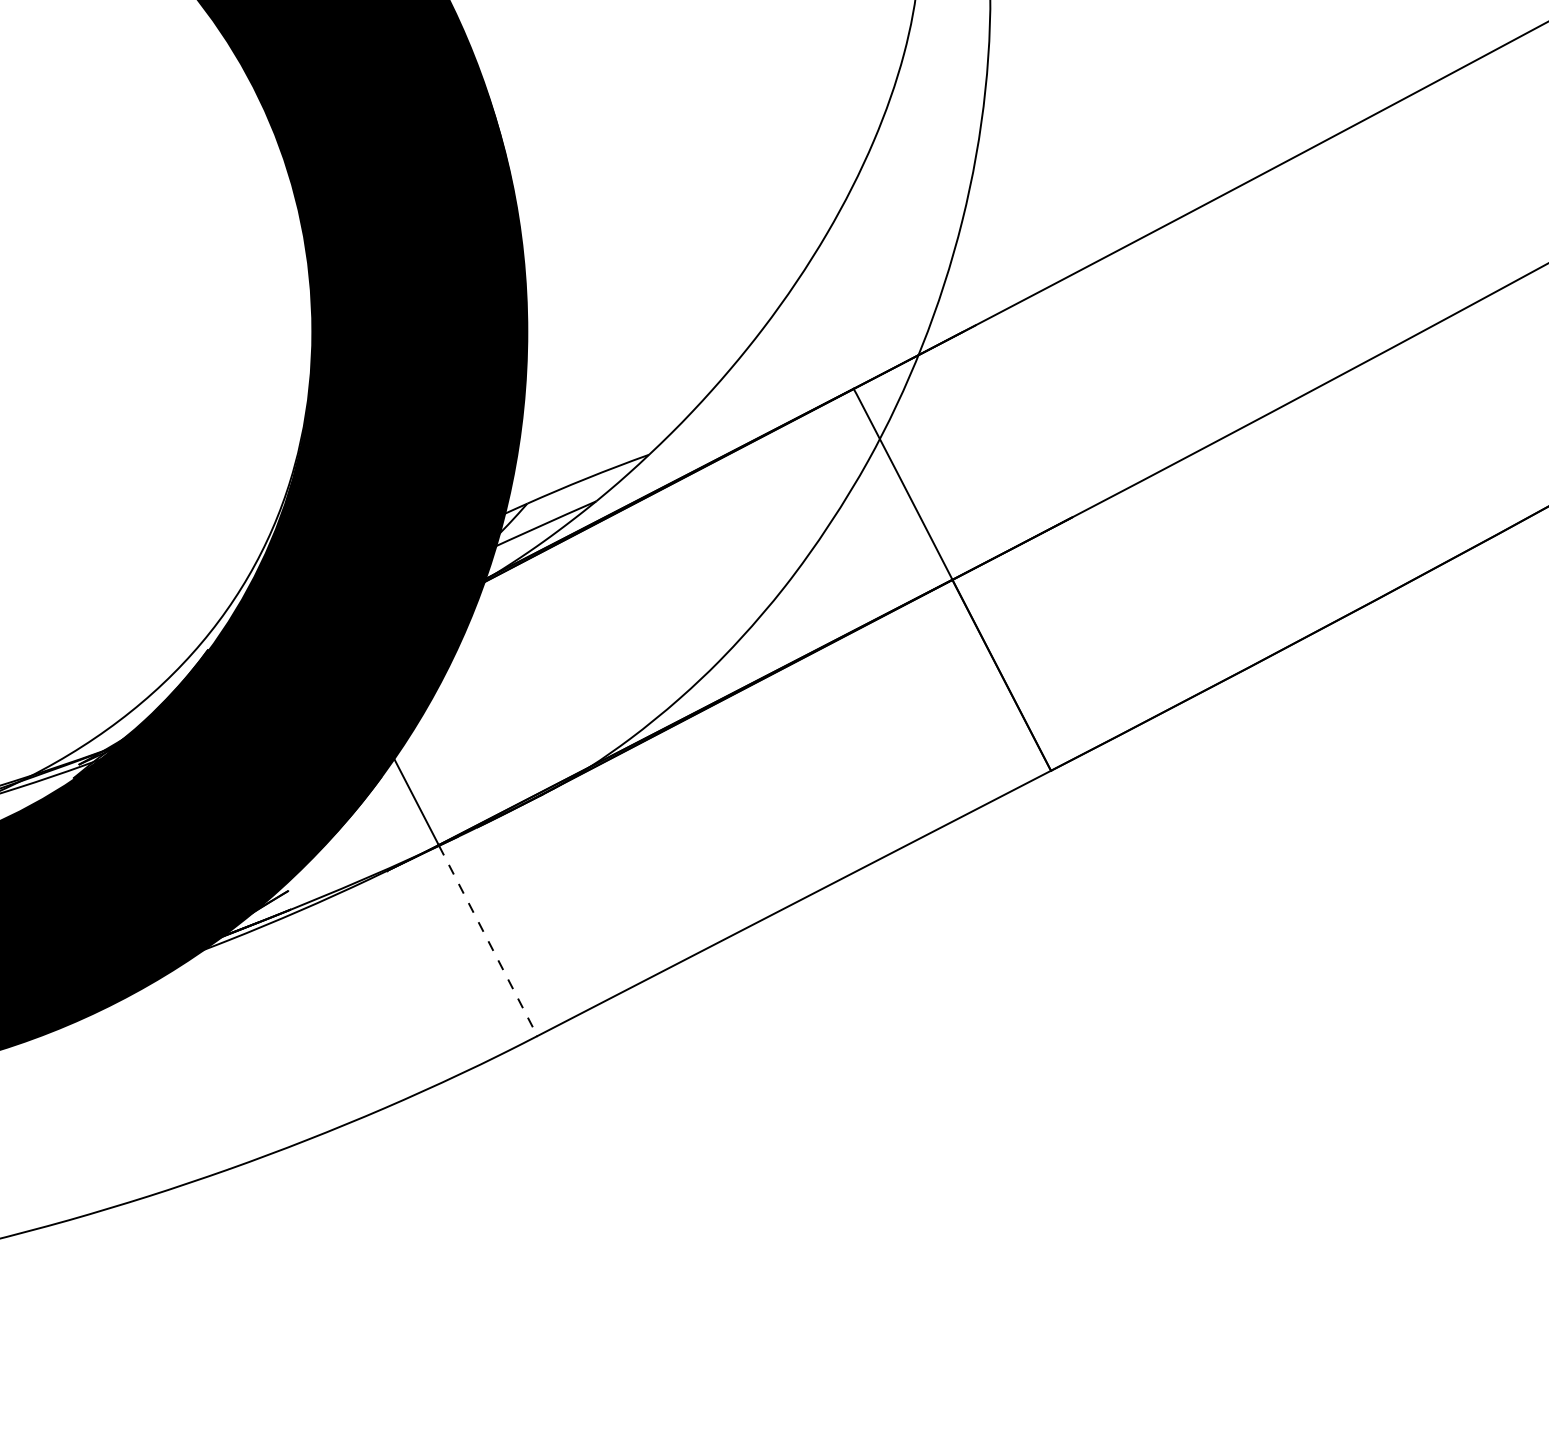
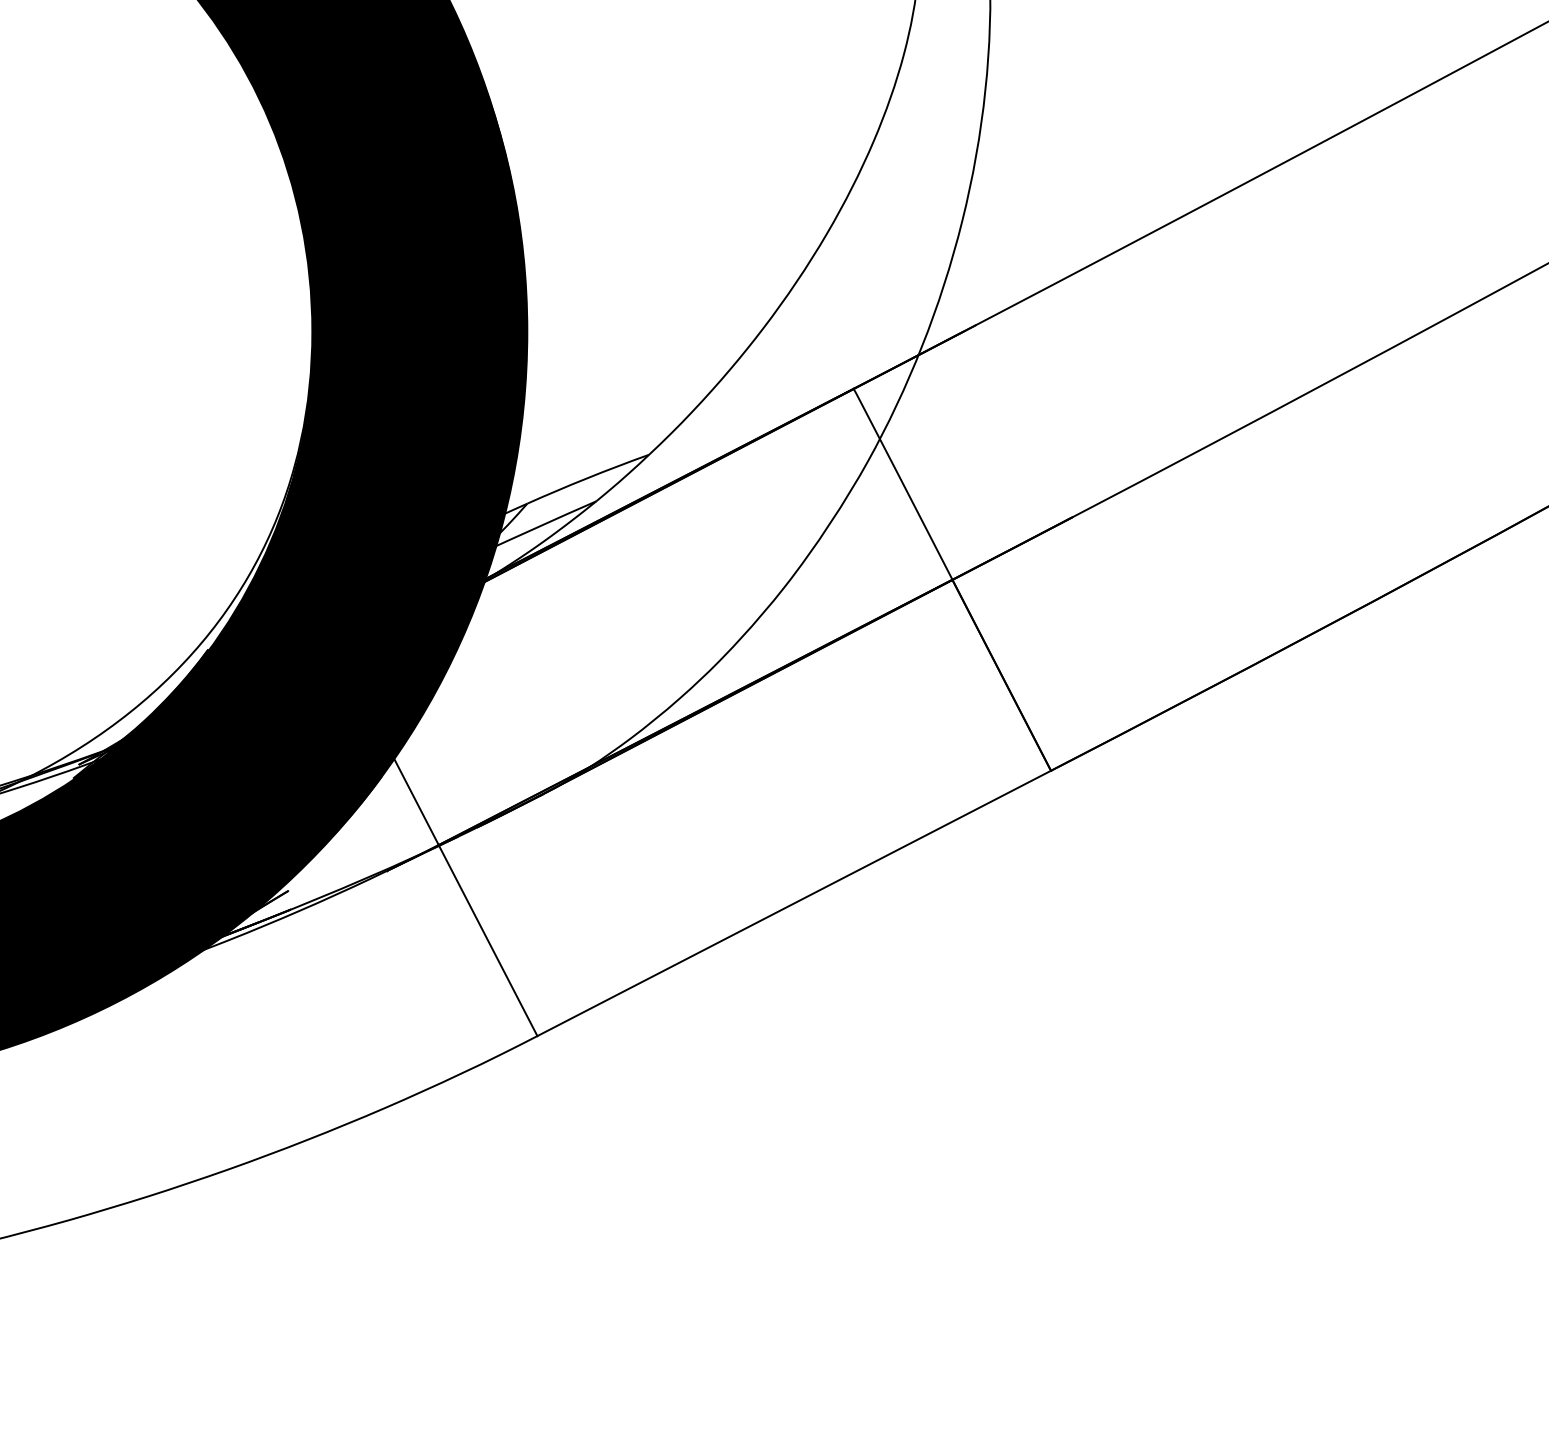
line at (488, 941): dashed -> solid
